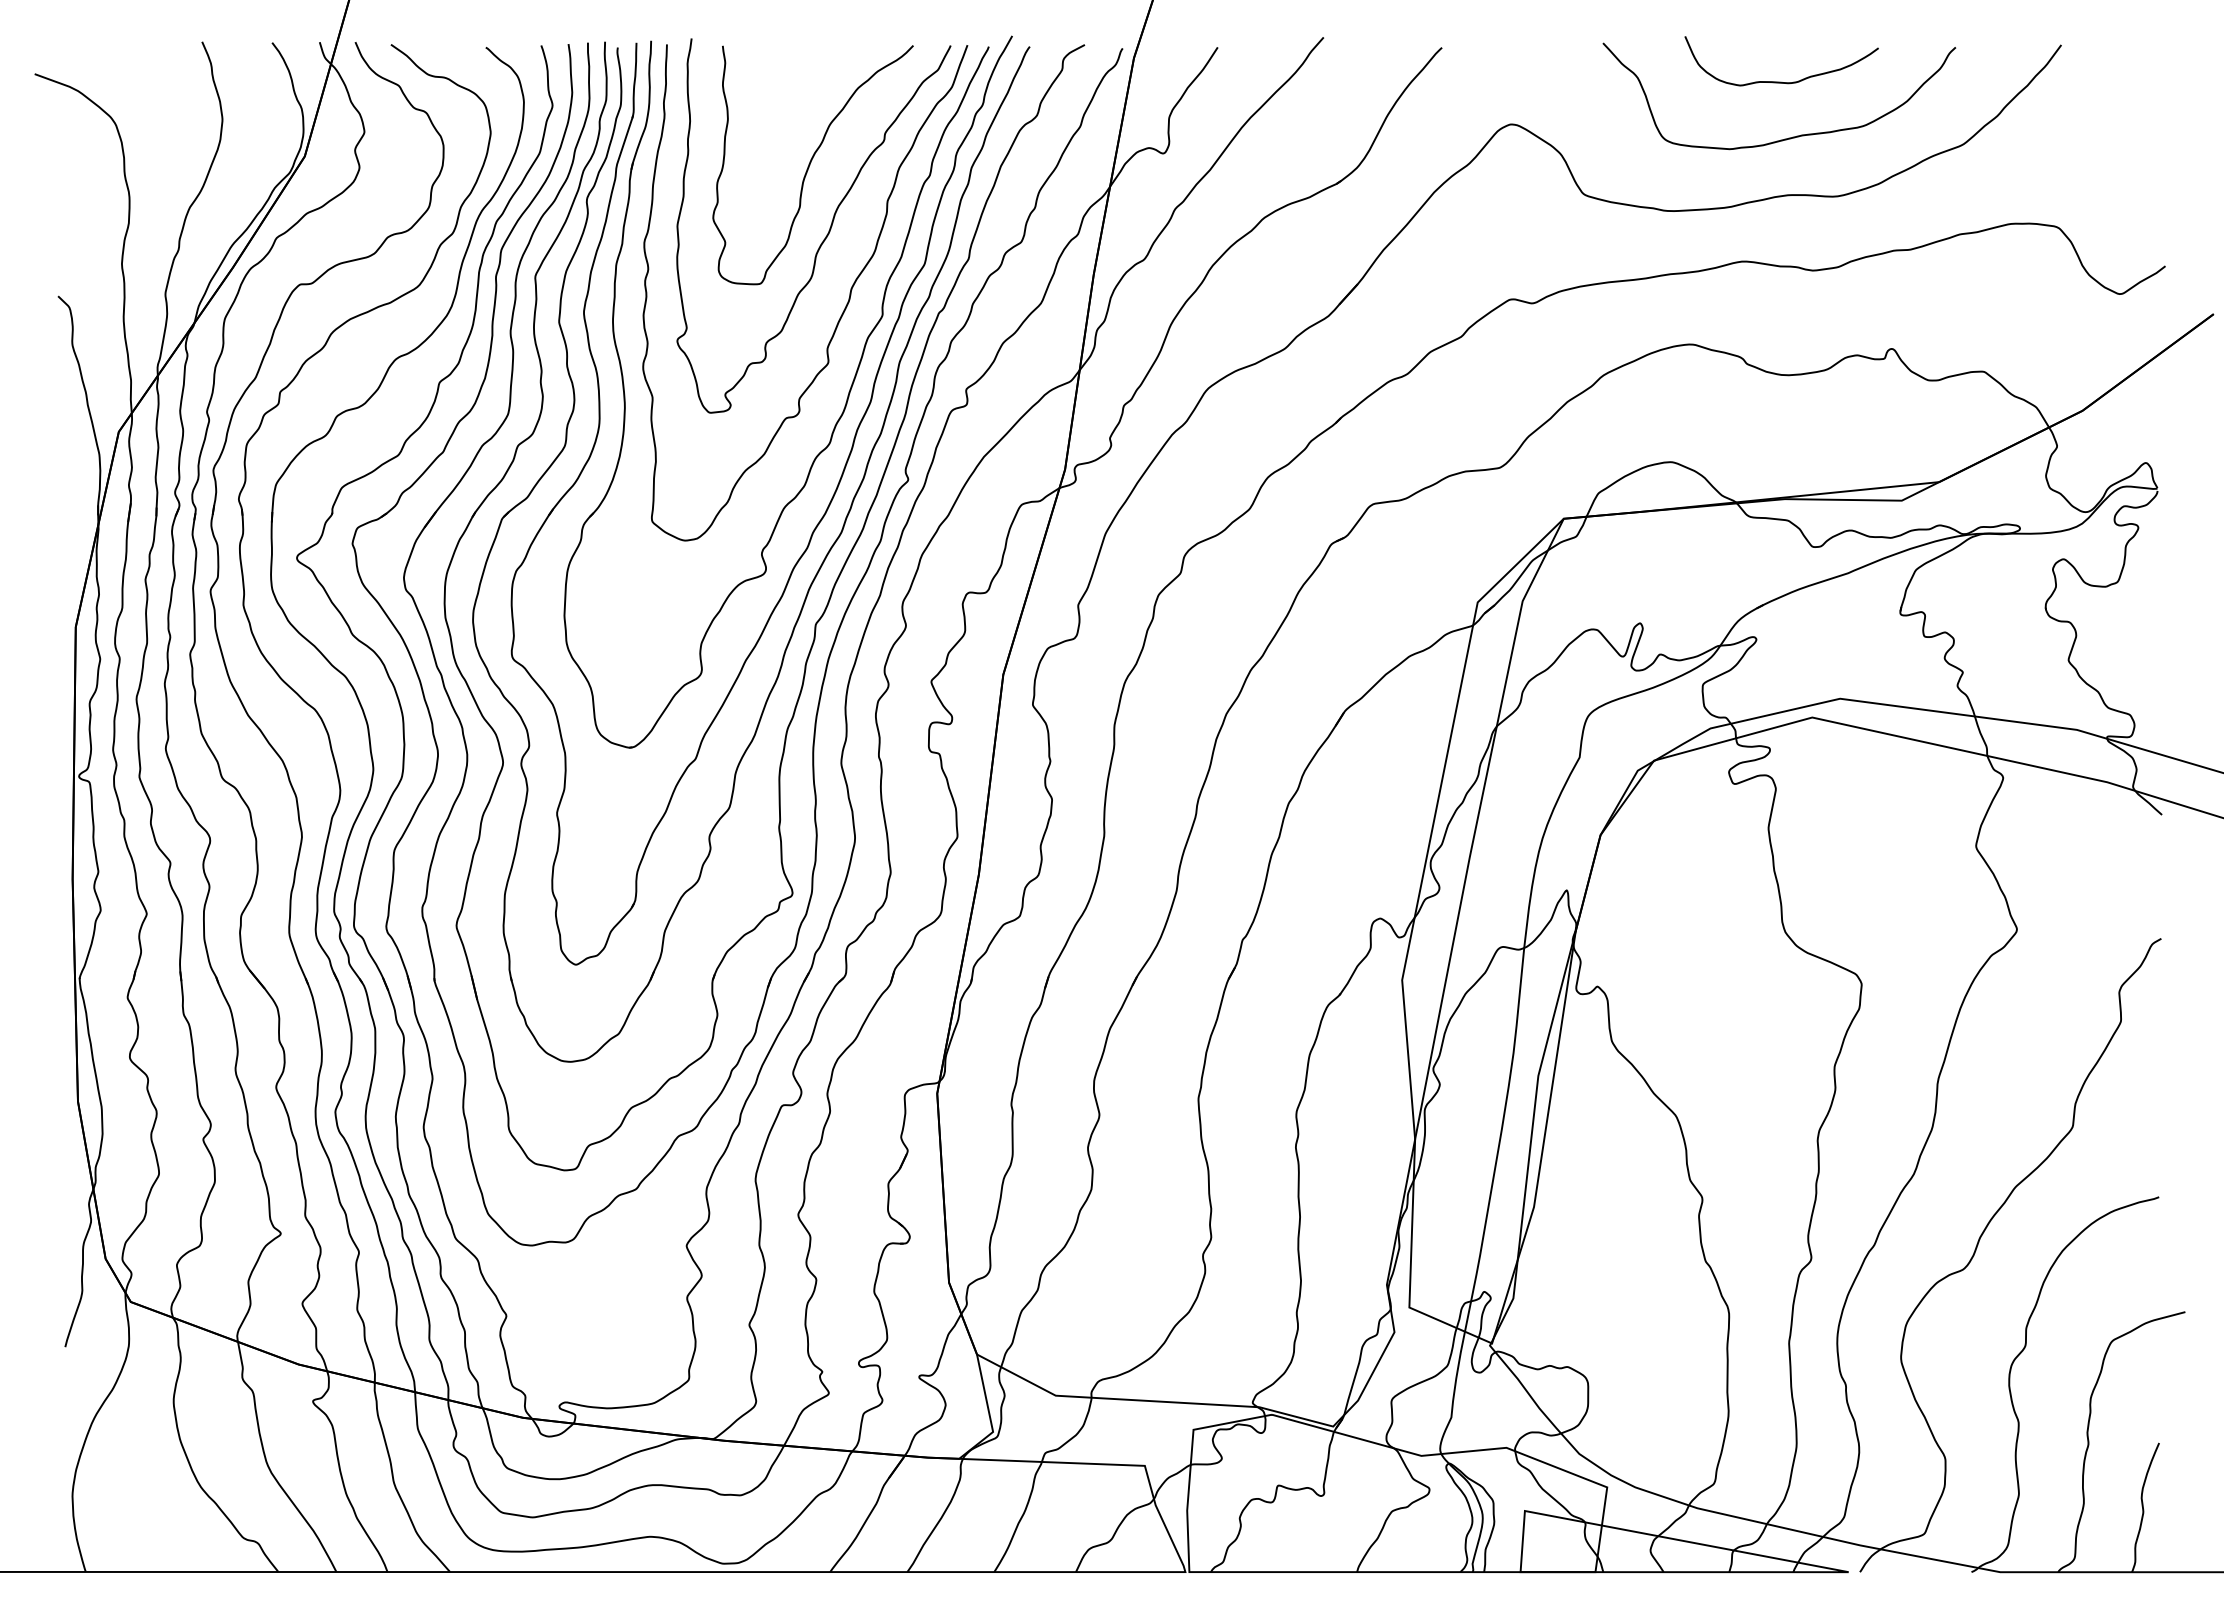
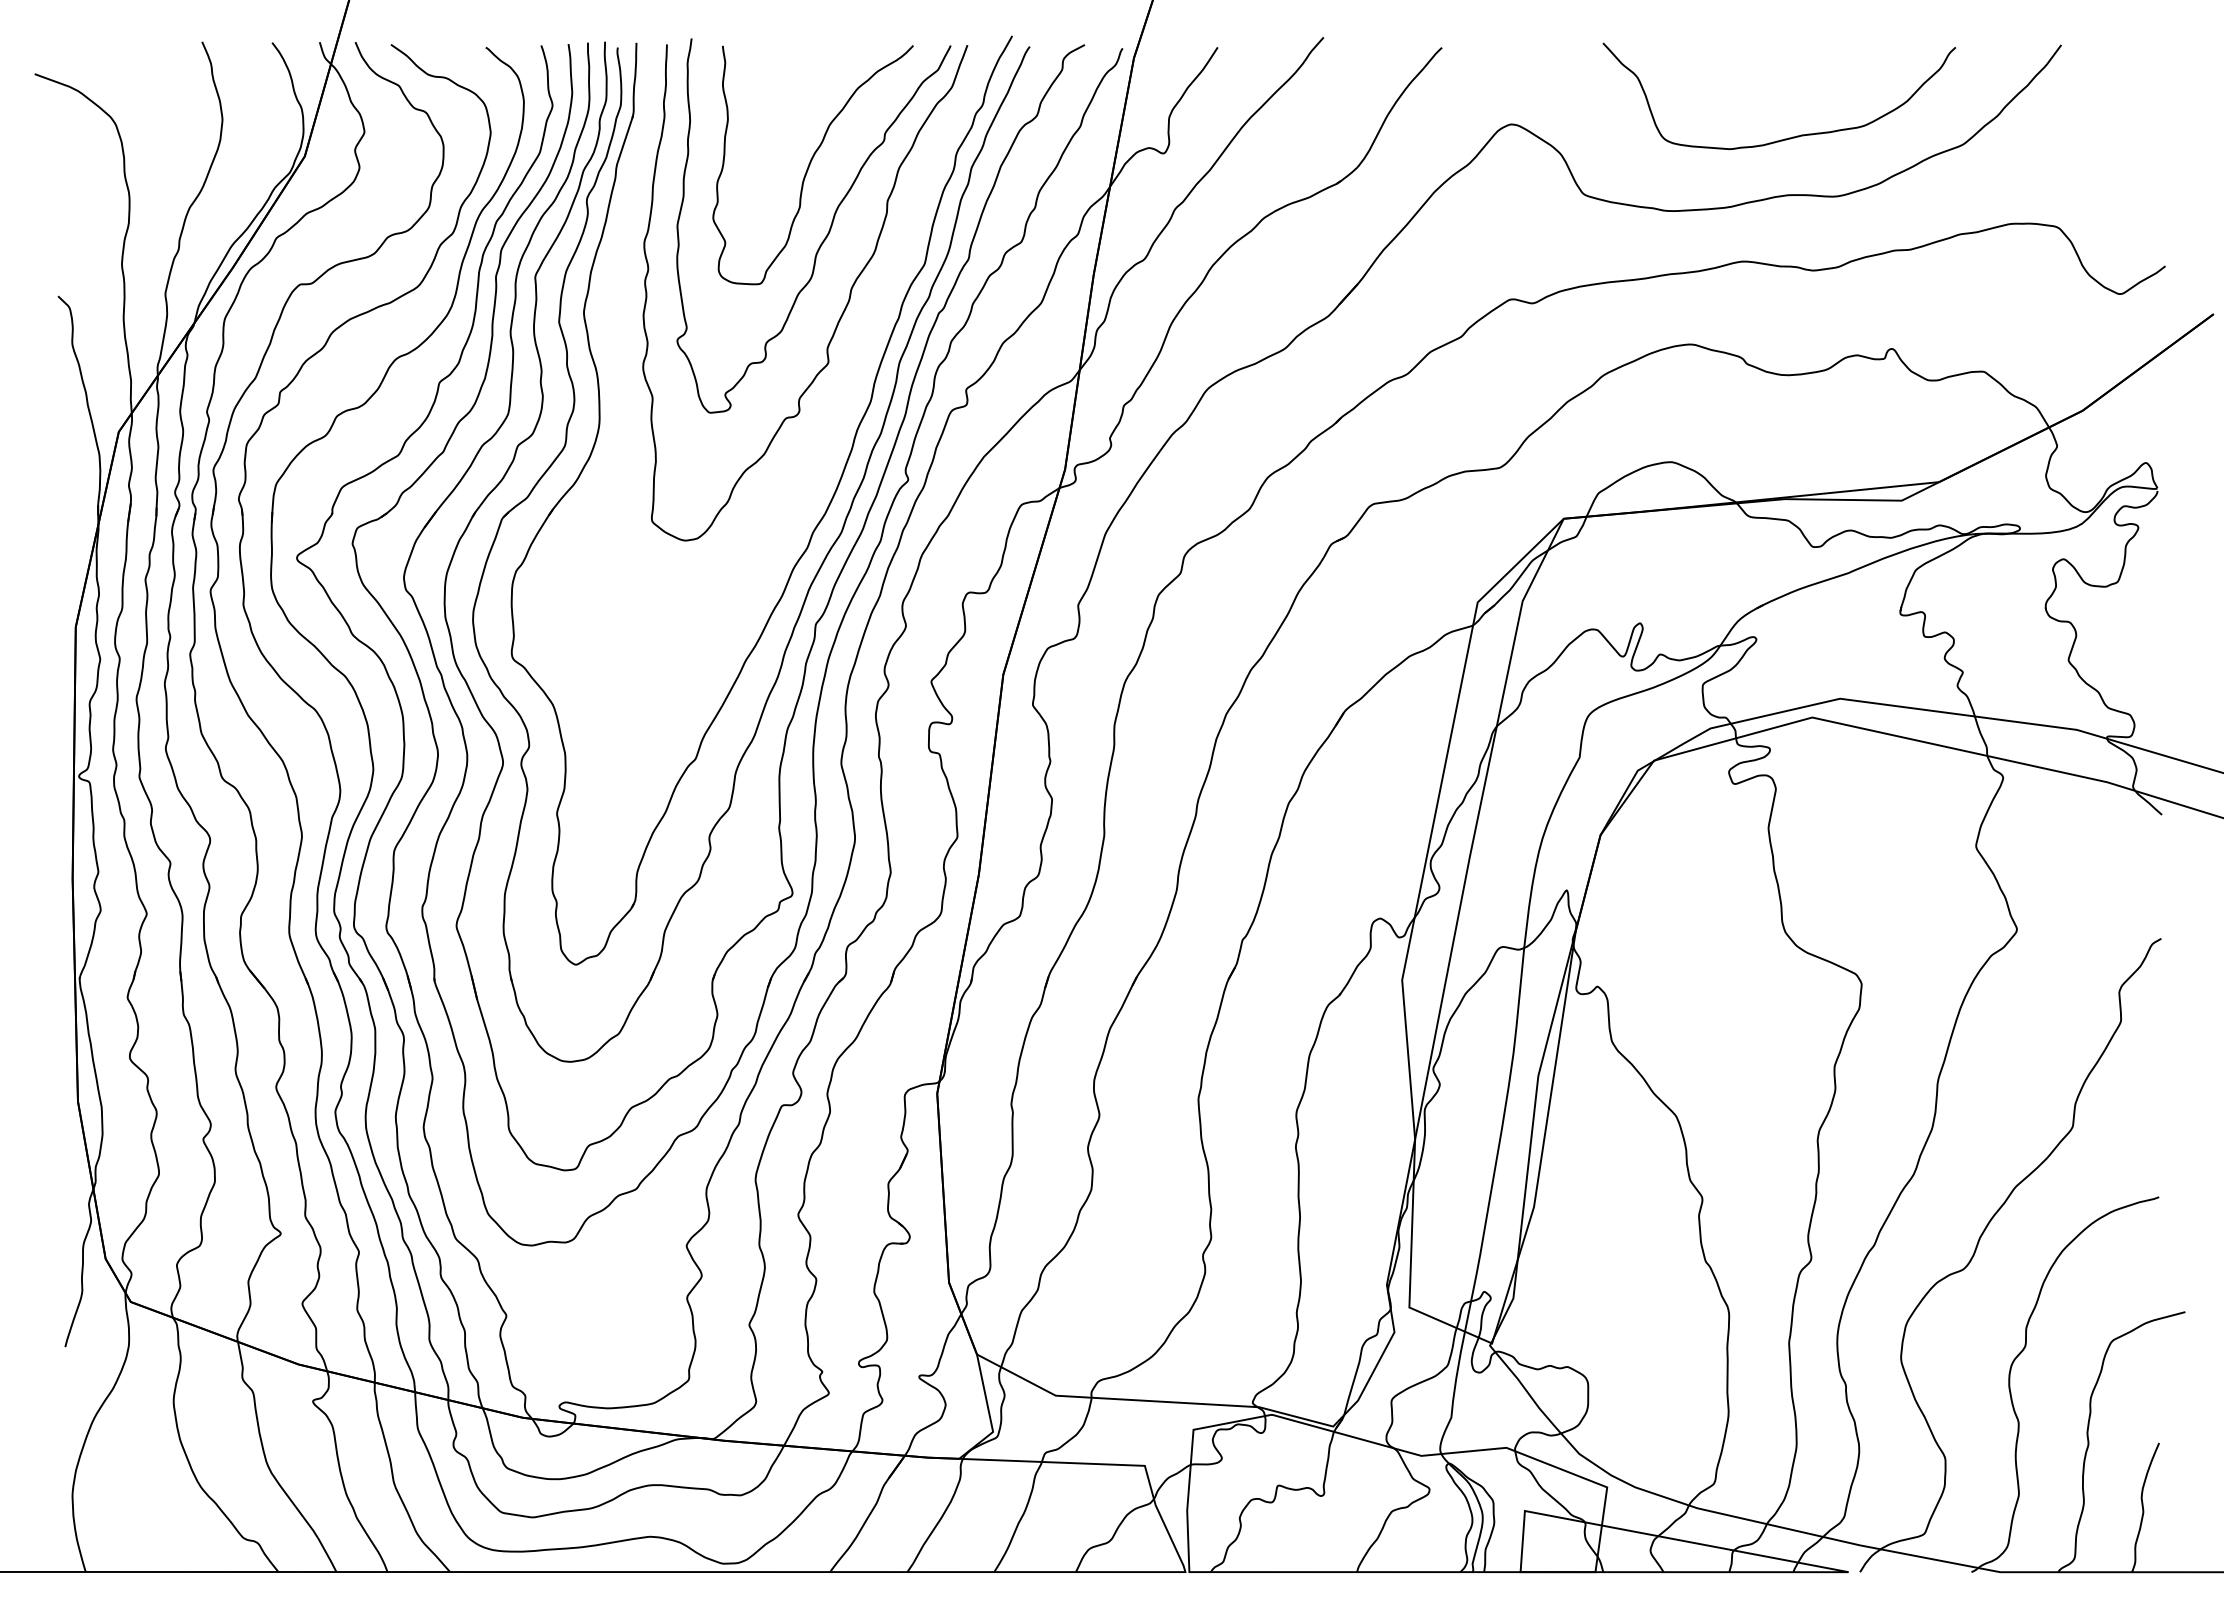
curve at (1781, 81): present -> none
part at (835, 423): present -> none
